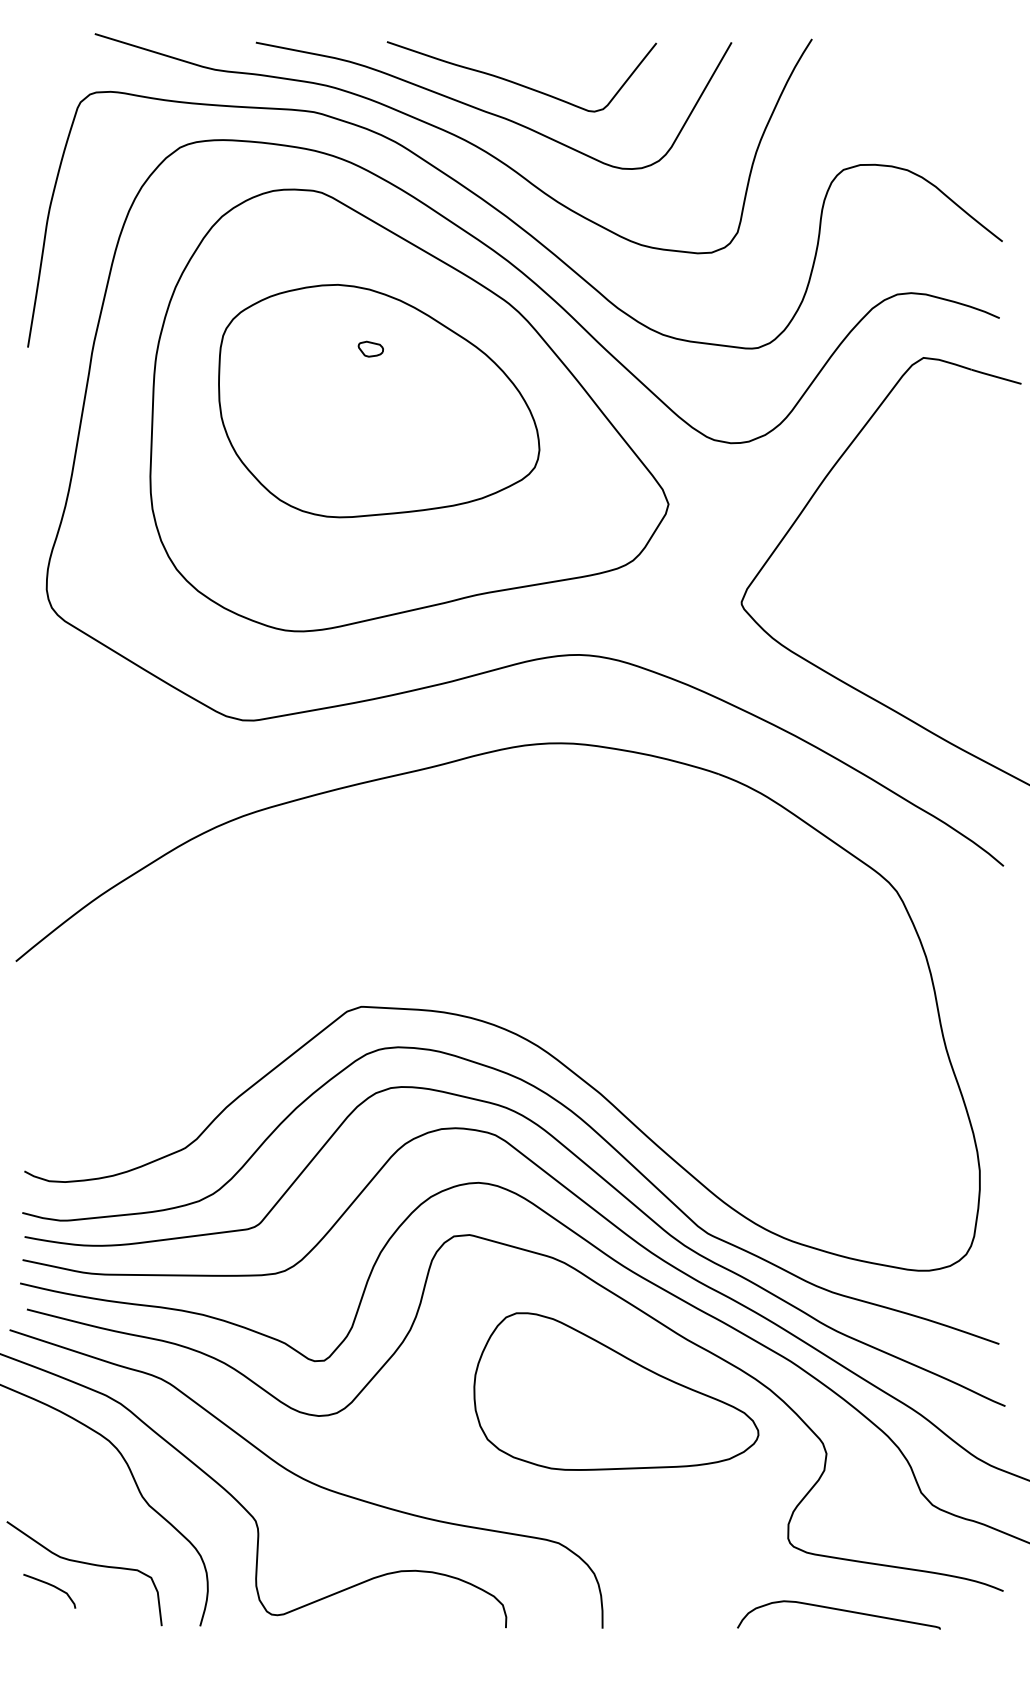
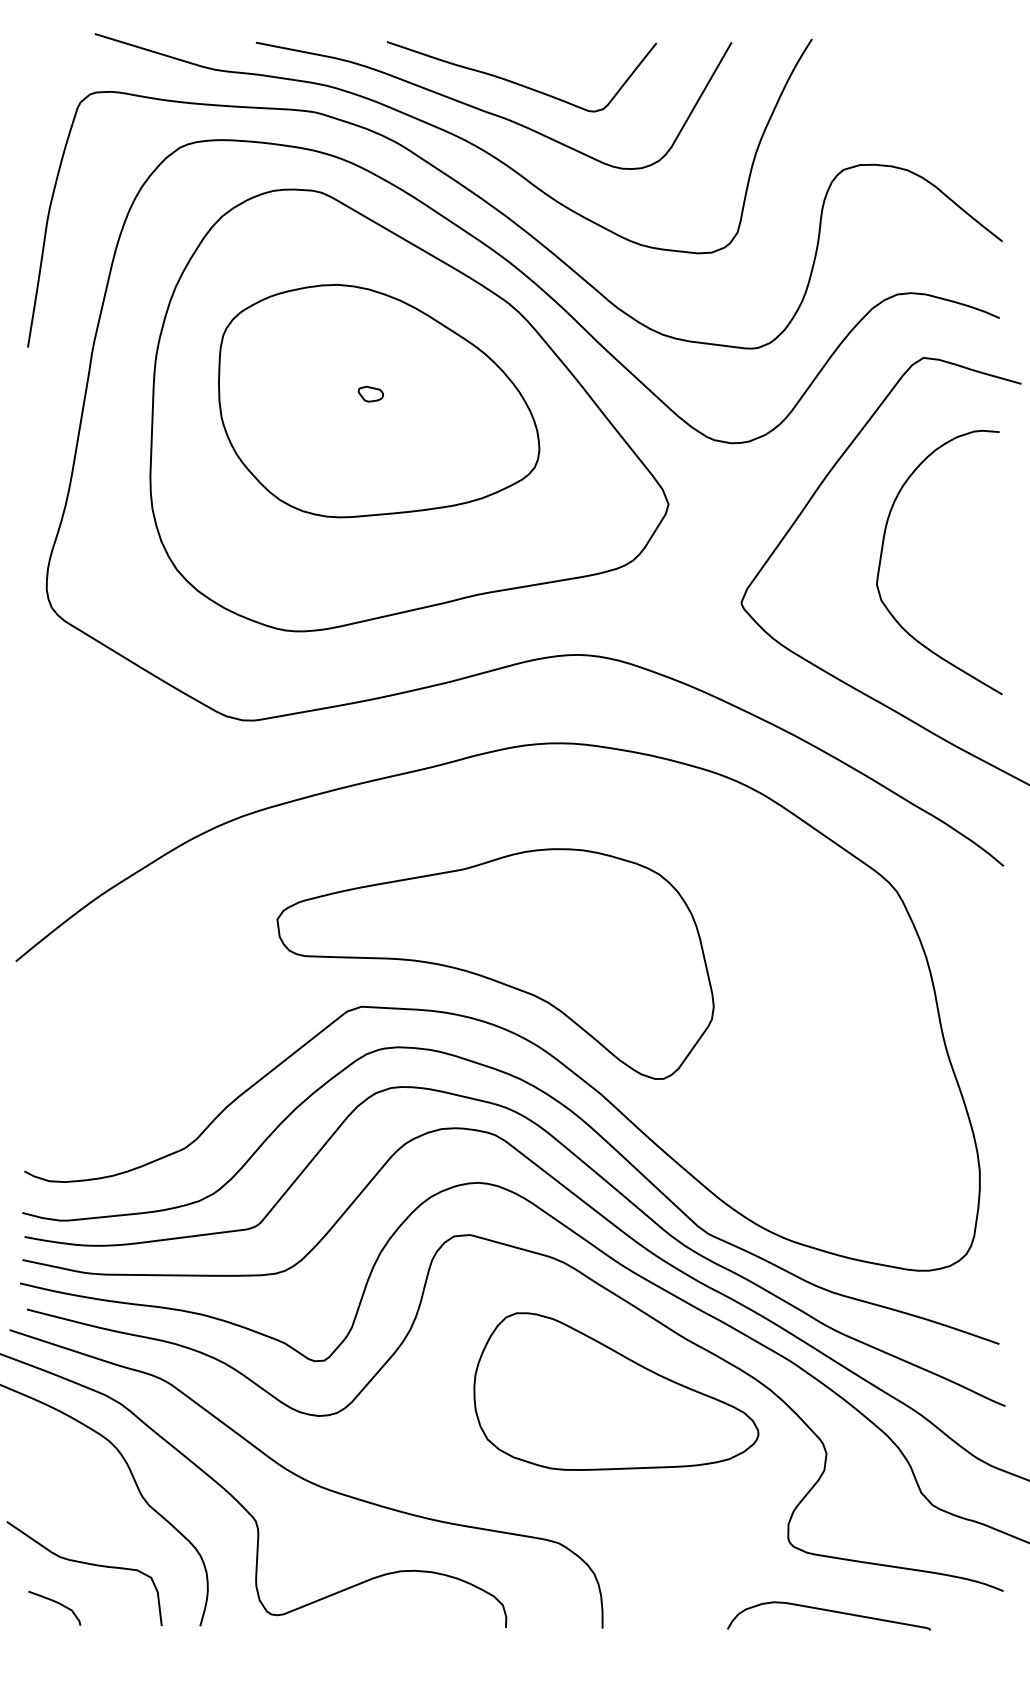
part at (370, 348) position: (370, 348) -> (370, 393)
curve at (882, 554): none -> present
part at (495, 963): none -> present
curve at (51, 1586) position: (51, 1586) -> (56, 1603)
curve at (838, 1610) position: (838, 1610) -> (828, 1611)
